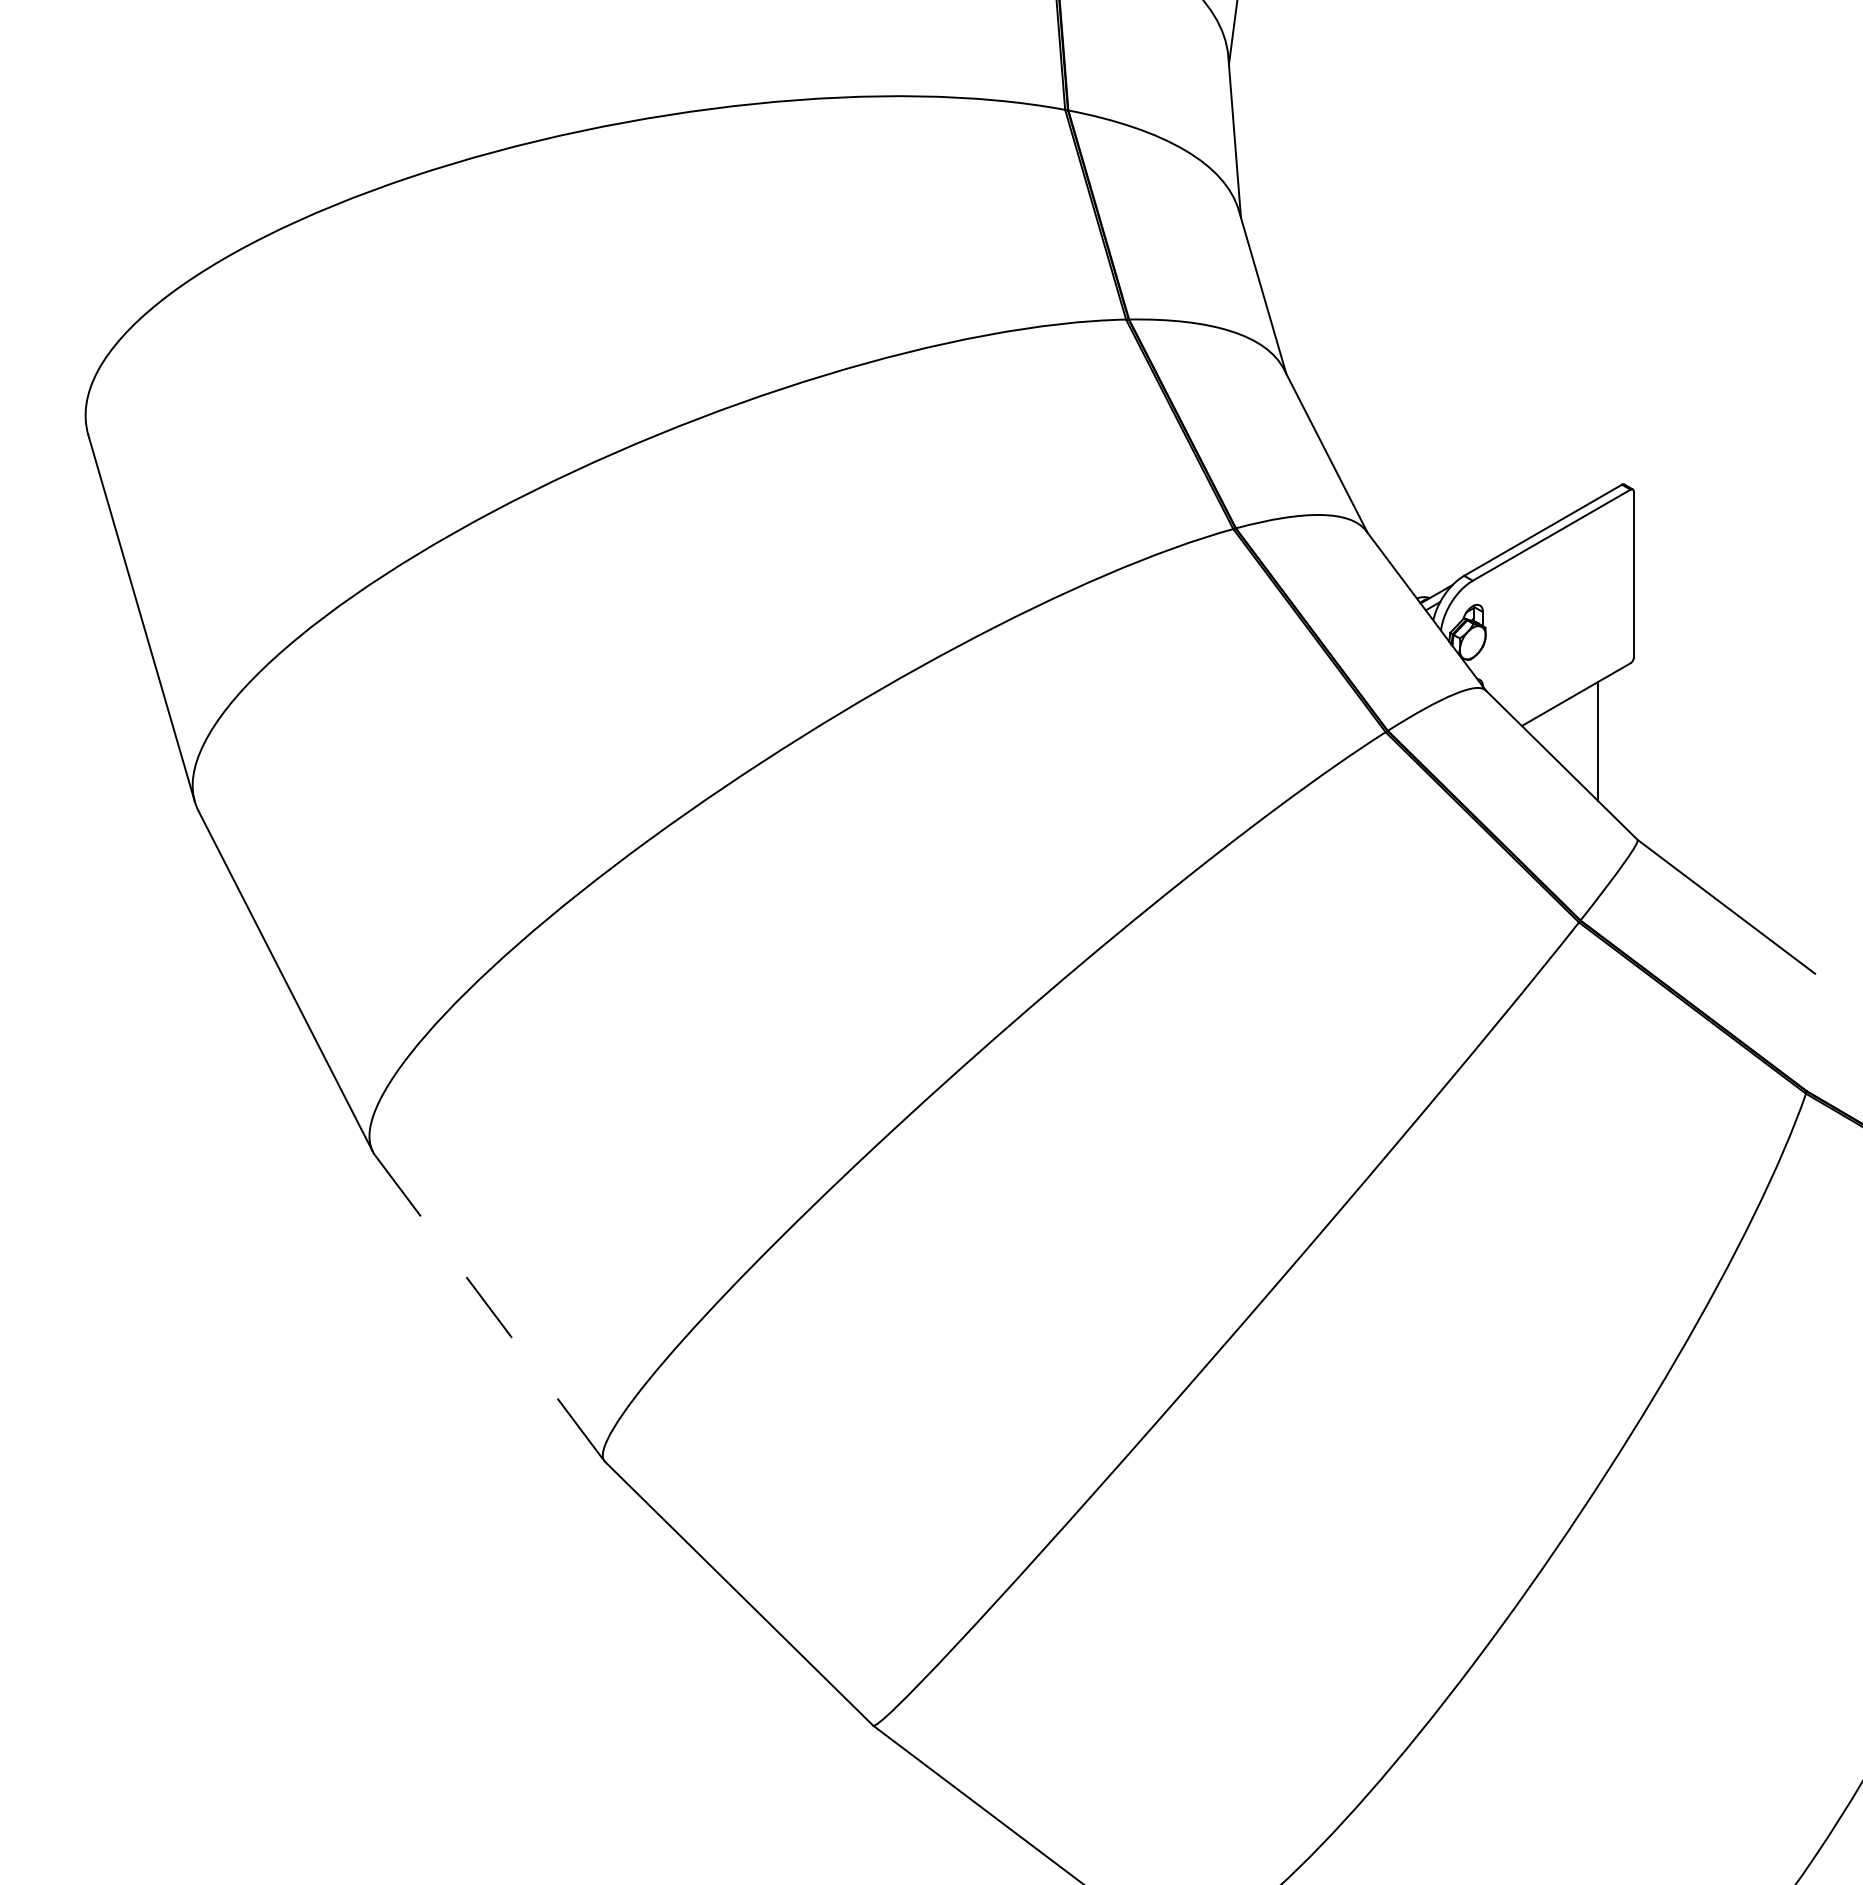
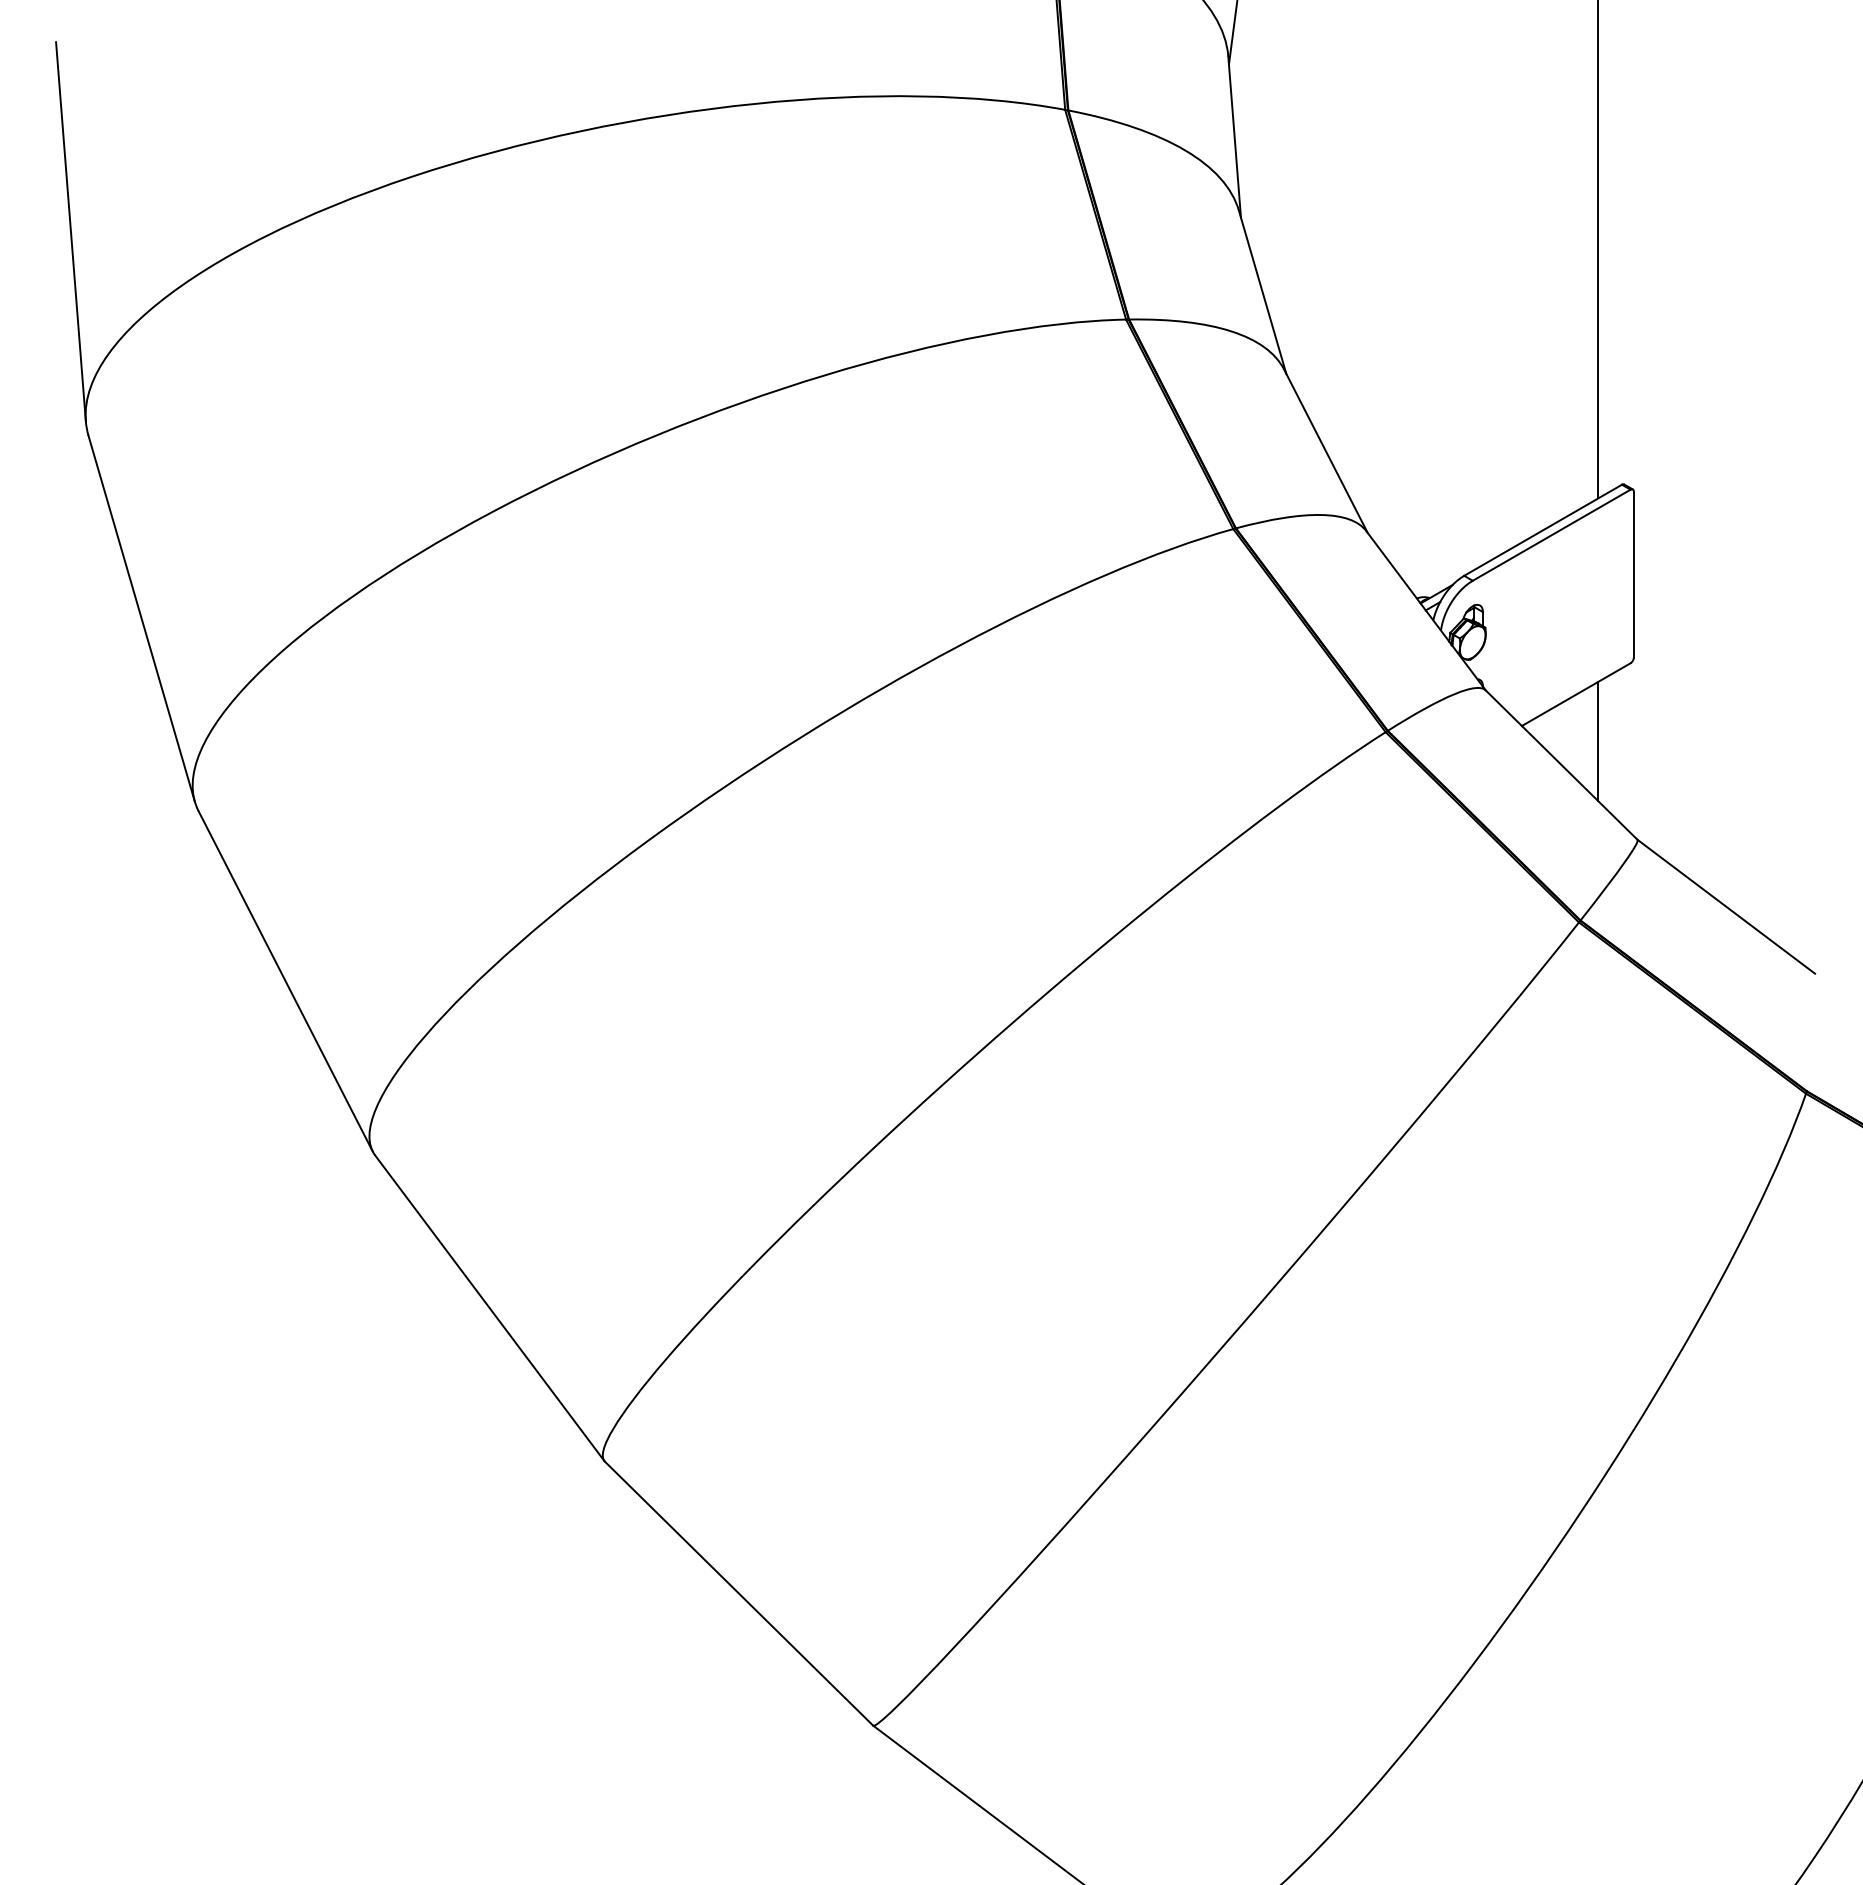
line at (70, 231): none -> present
line at (1598, 250): none -> present
line at (489, 1308): dashed -> solid
